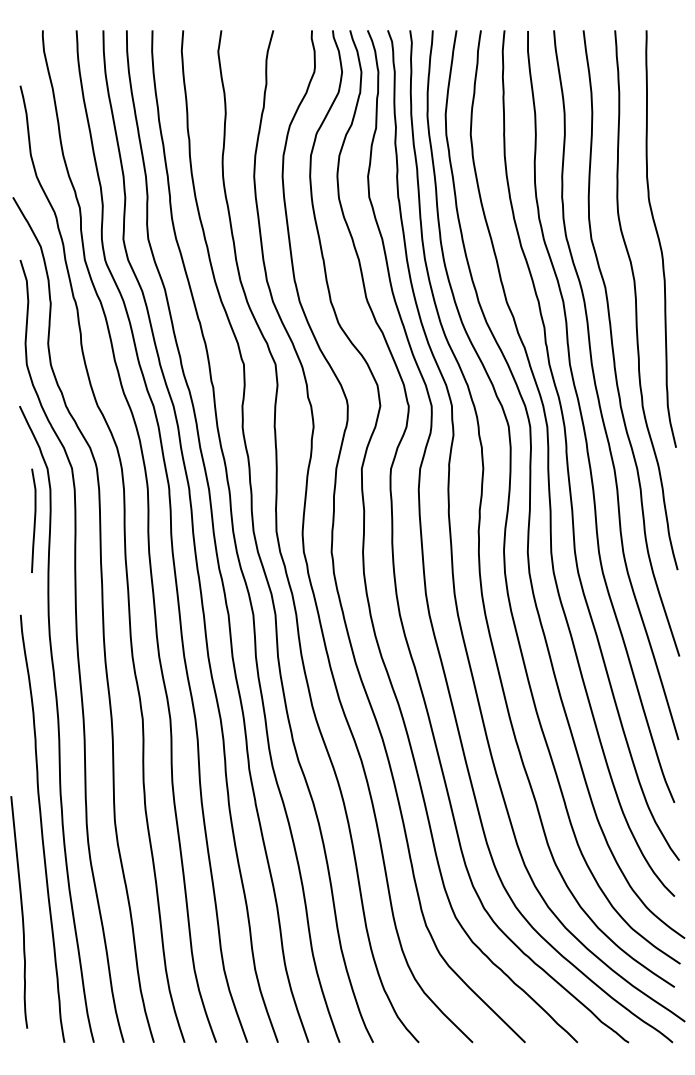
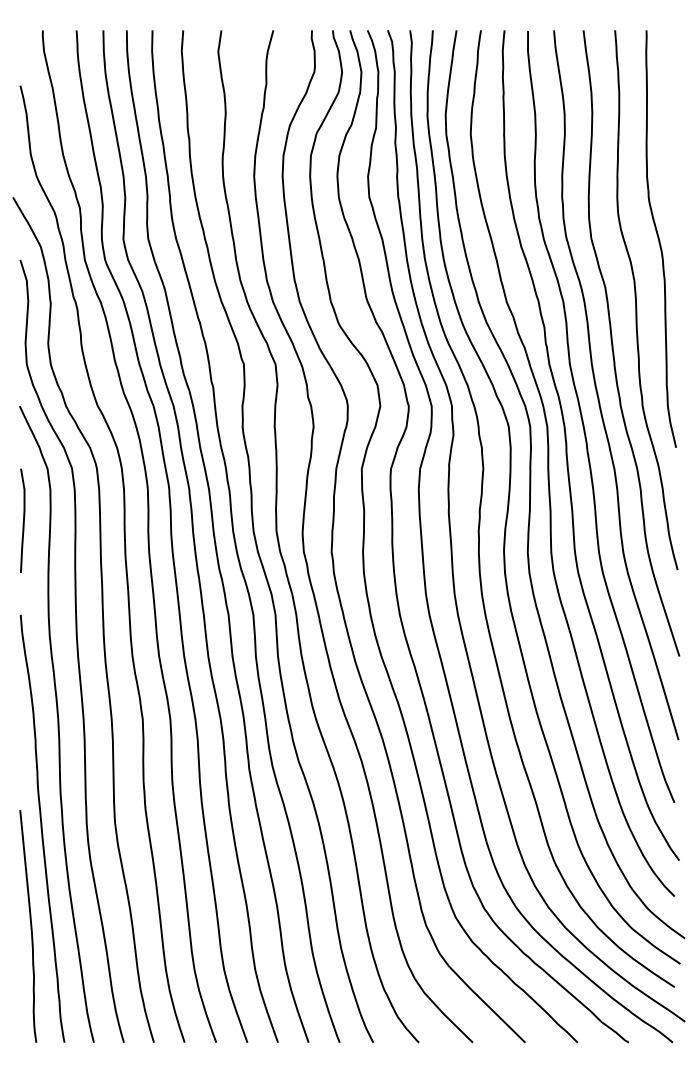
curve at (34, 520) position: (34, 520) -> (23, 520)
curve at (21, 912) position: (21, 912) -> (30, 926)
